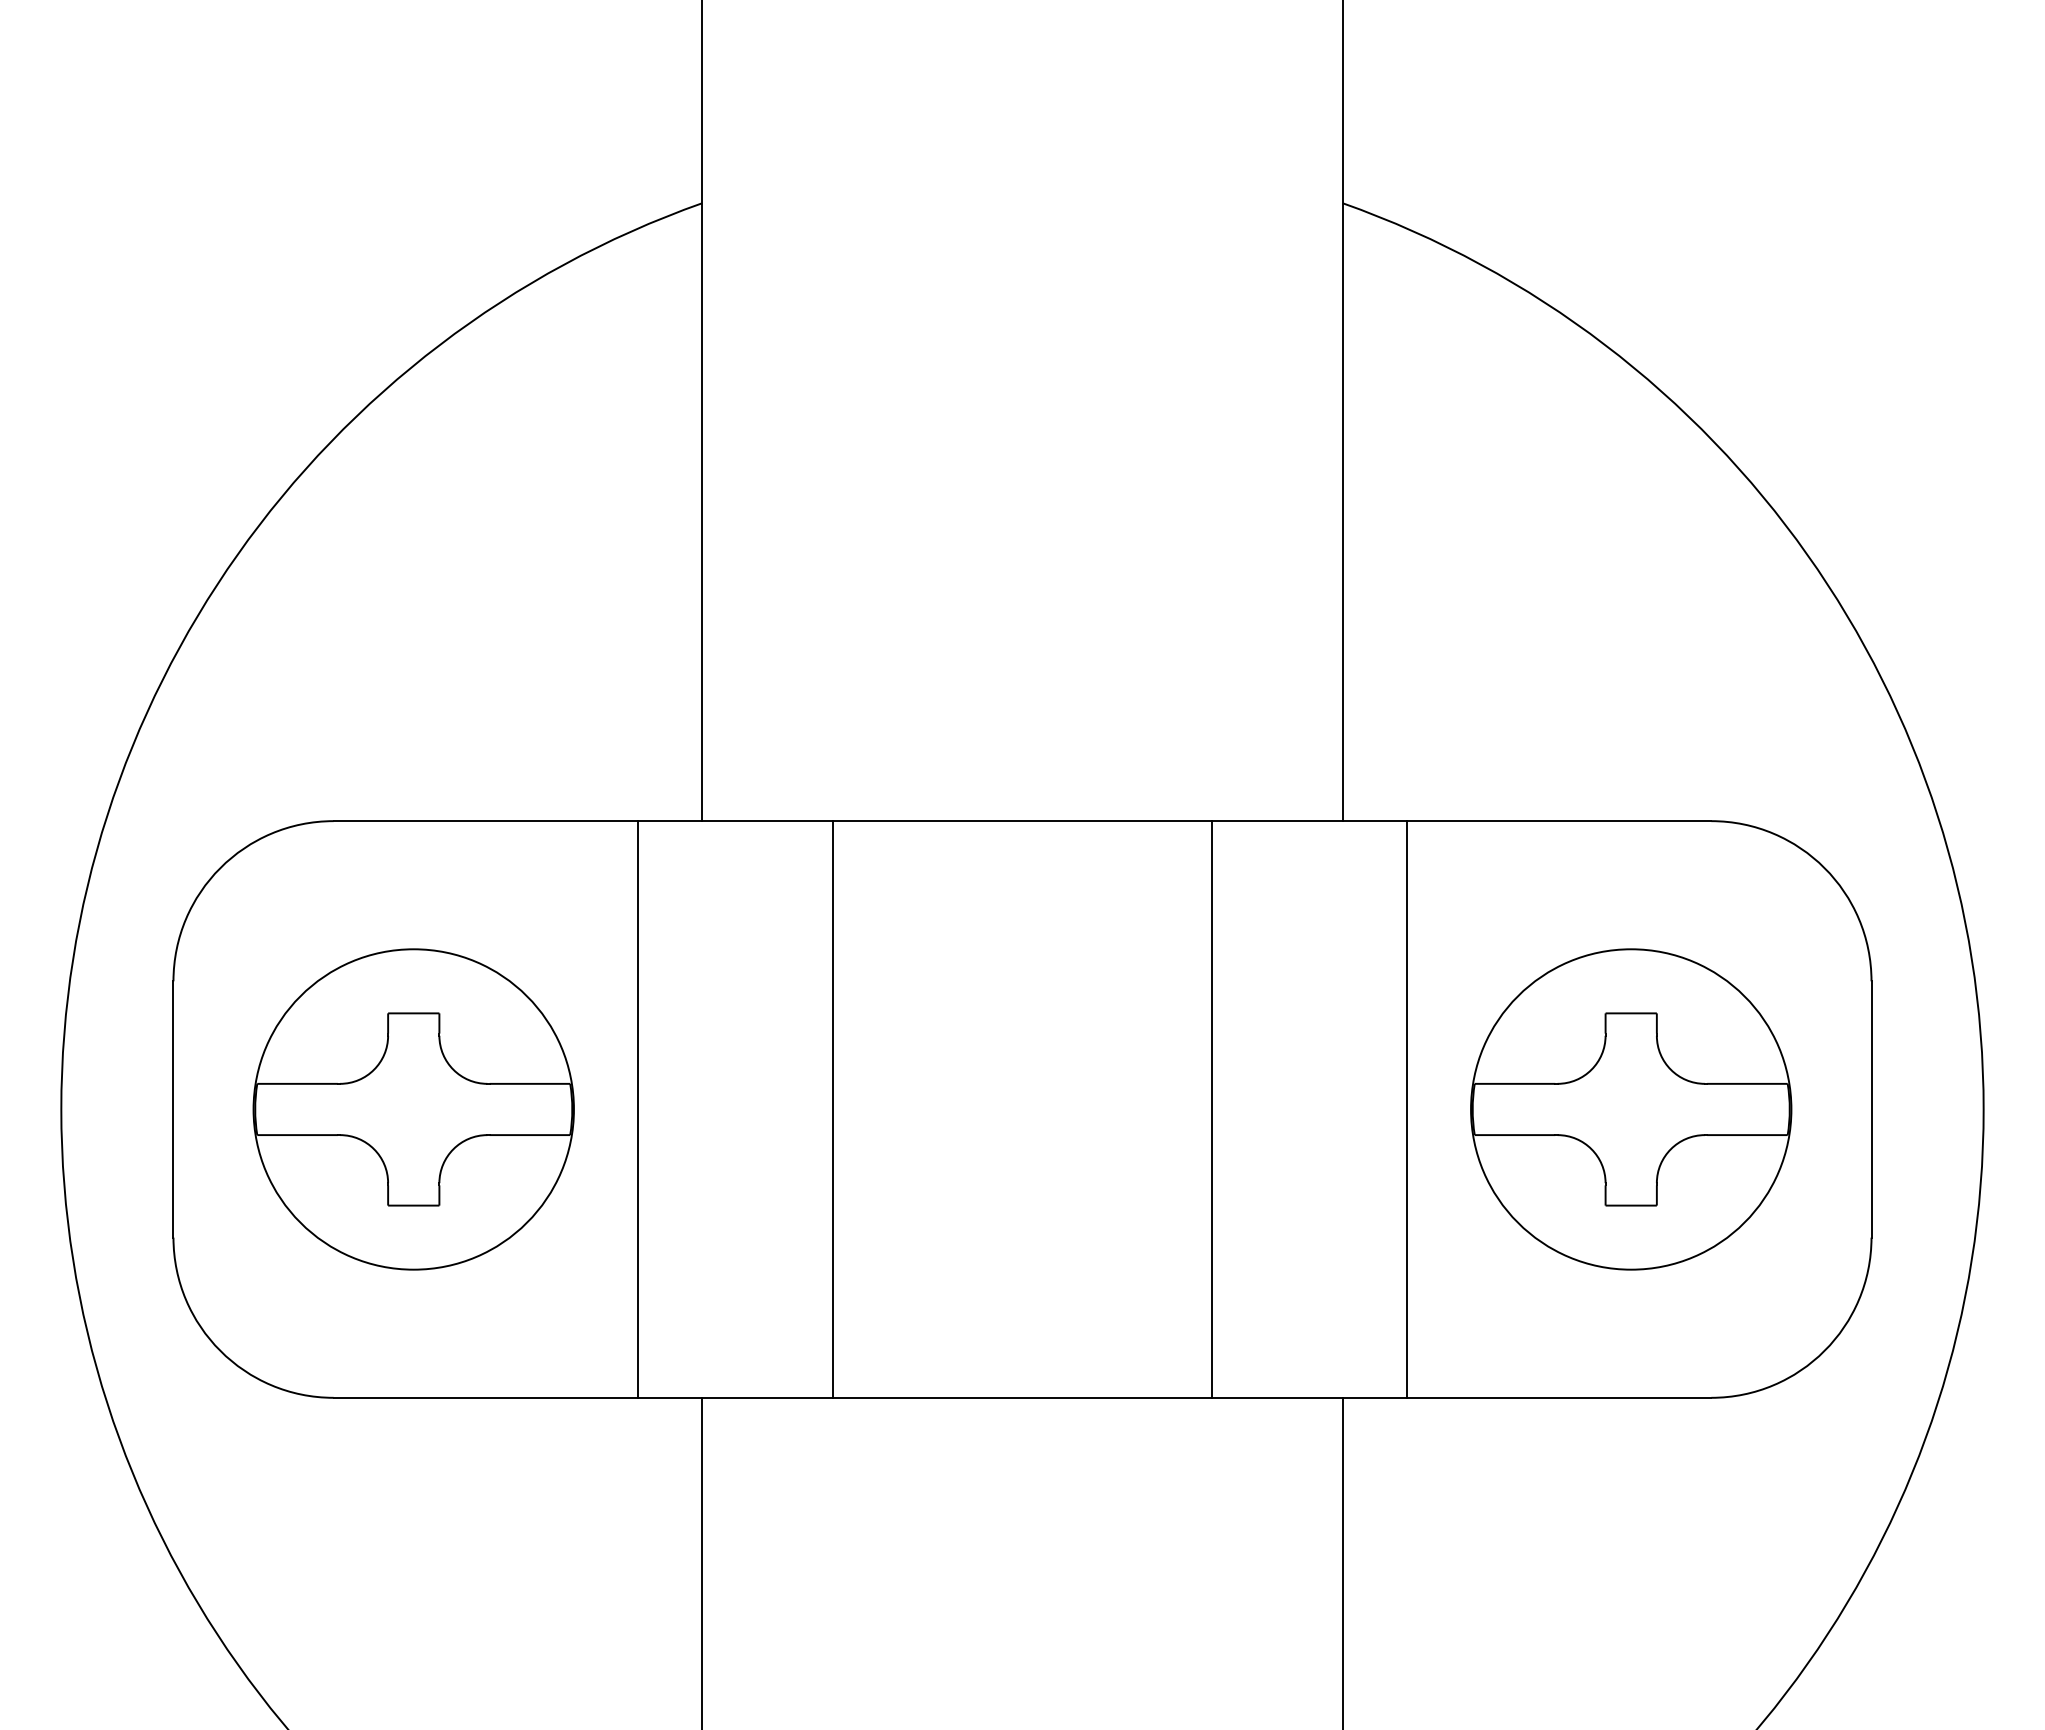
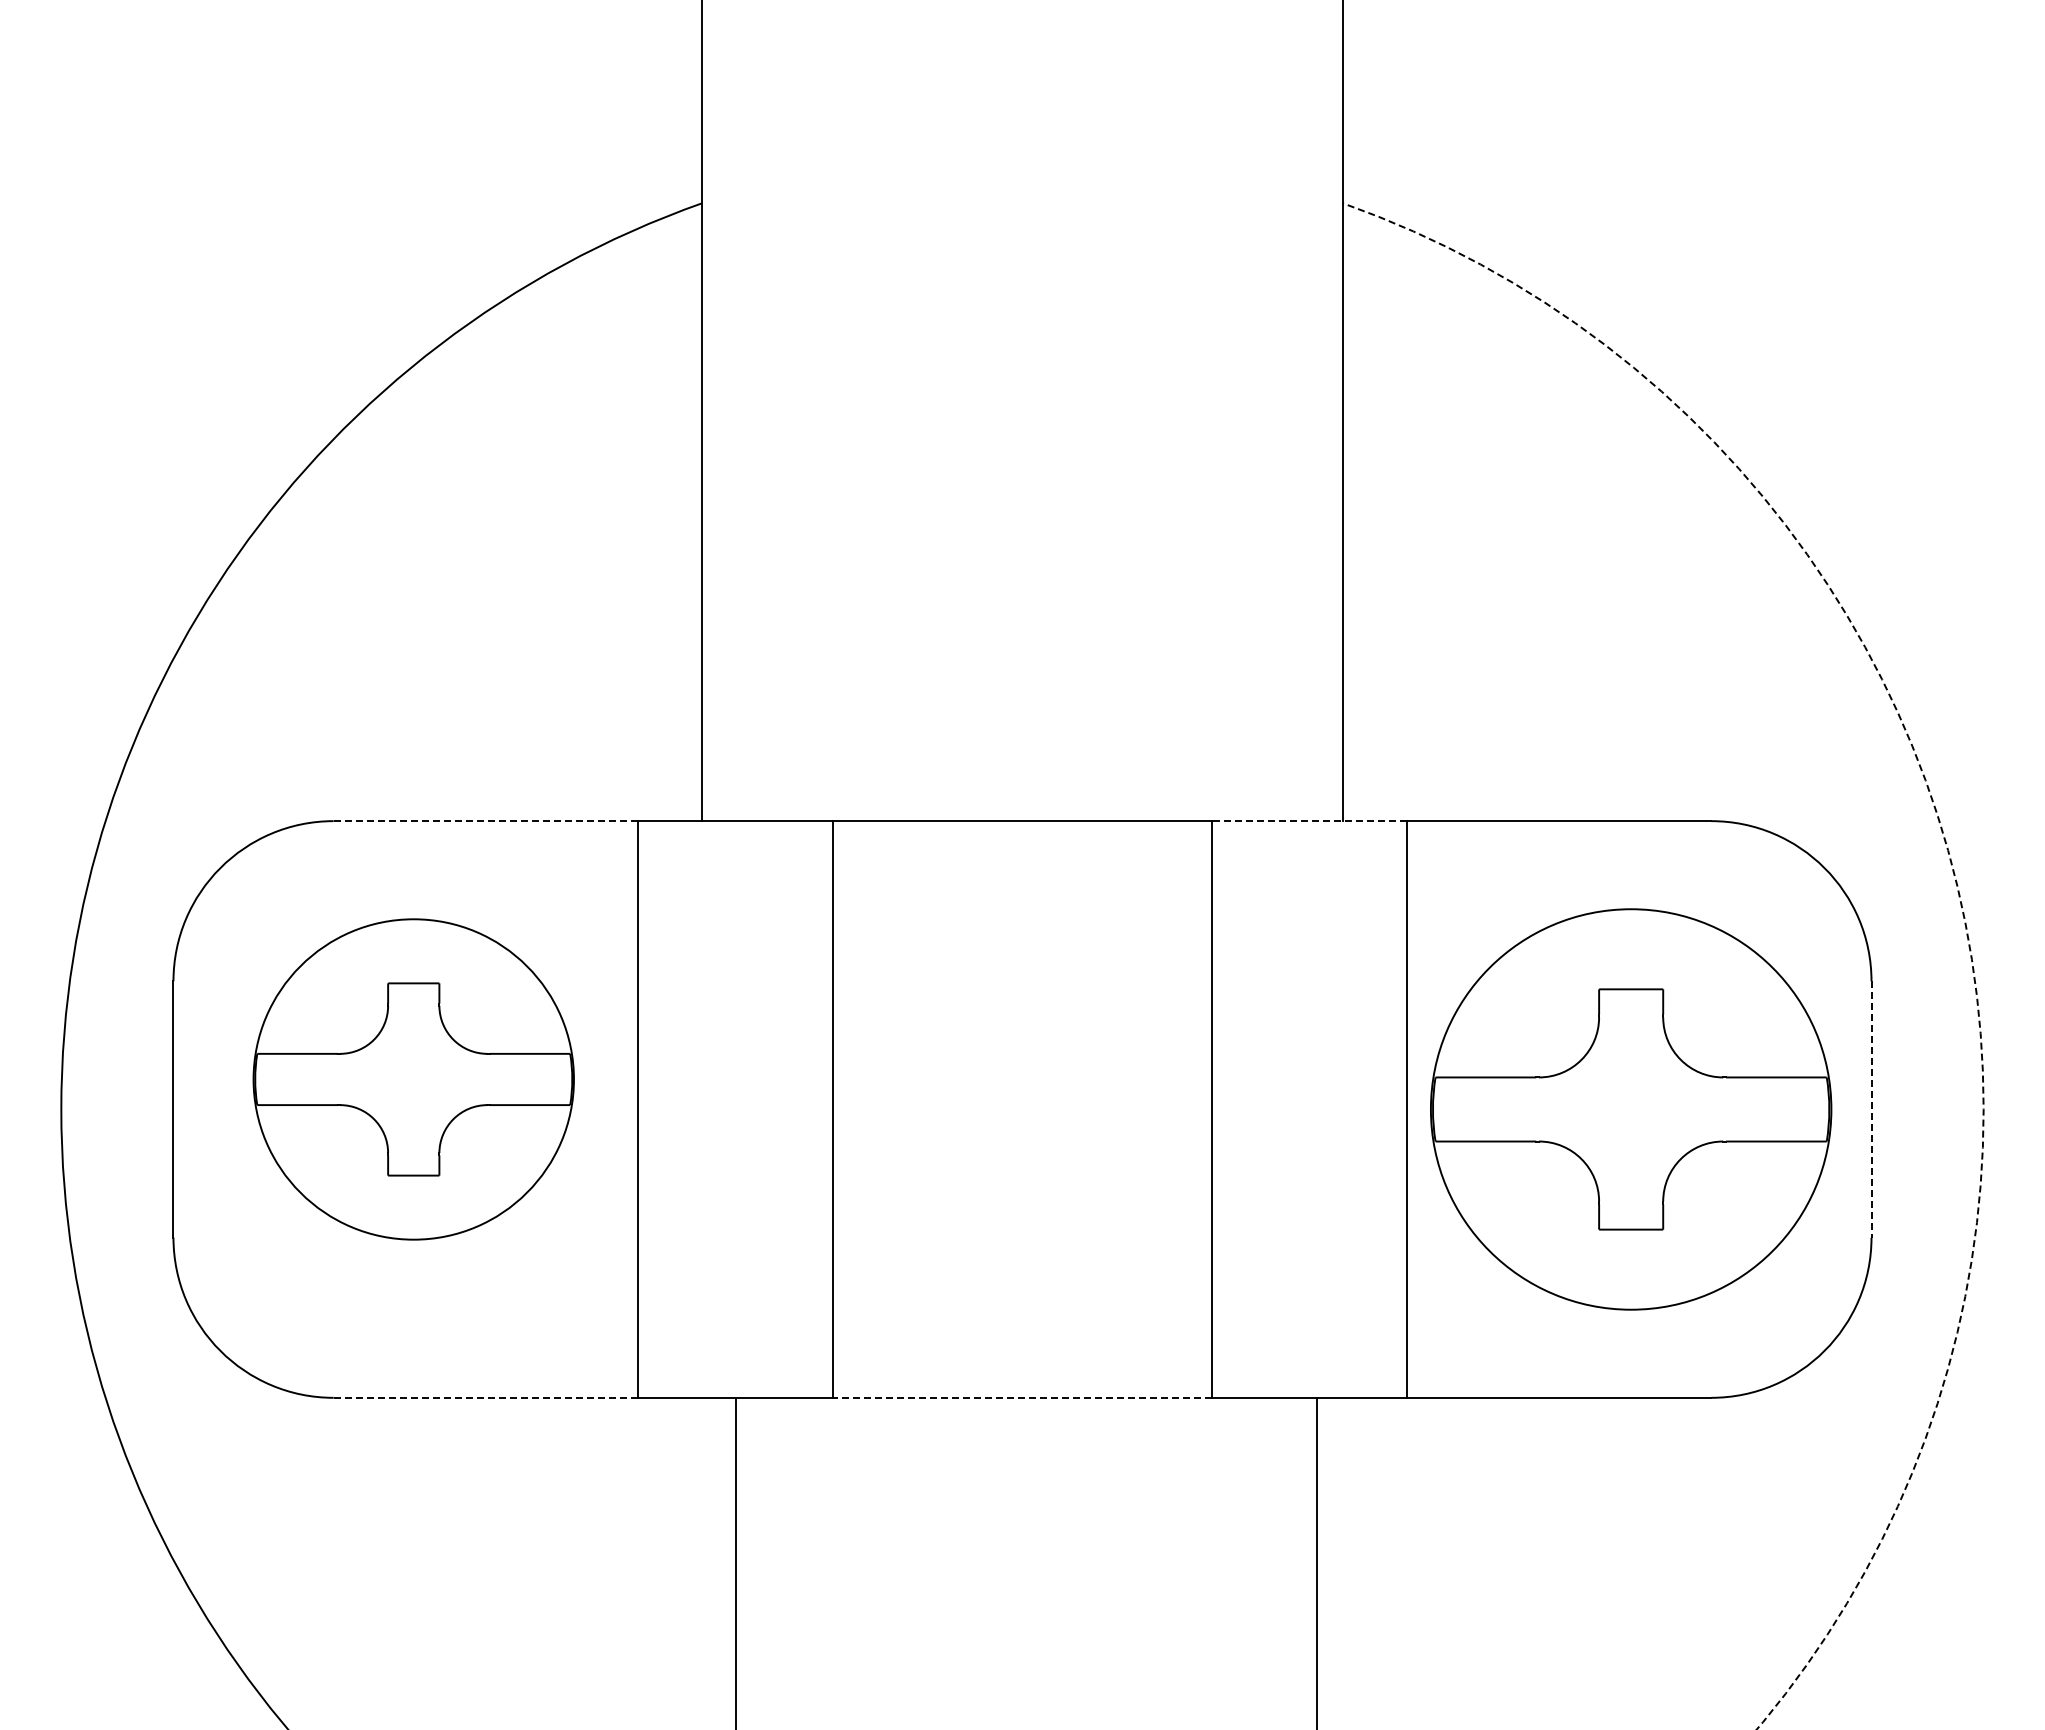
line at (486, 821): solid -> dashed
line at (1309, 821): solid -> dashed
arc at (1949, 855): solid -> dashed
part at (413, 1109) position: (413, 1109) -> (413, 1079)
part at (1631, 1109) size: 323x323 px -> 403x403 px
line at (1871, 1109): solid -> dashed
line at (485, 1397): solid -> dashed
line at (1022, 1397): solid -> dashed
line at (702, 1561) position: (702, 1561) -> (736, 1561)
line at (1342, 1561) position: (1342, 1561) -> (1316, 1561)
